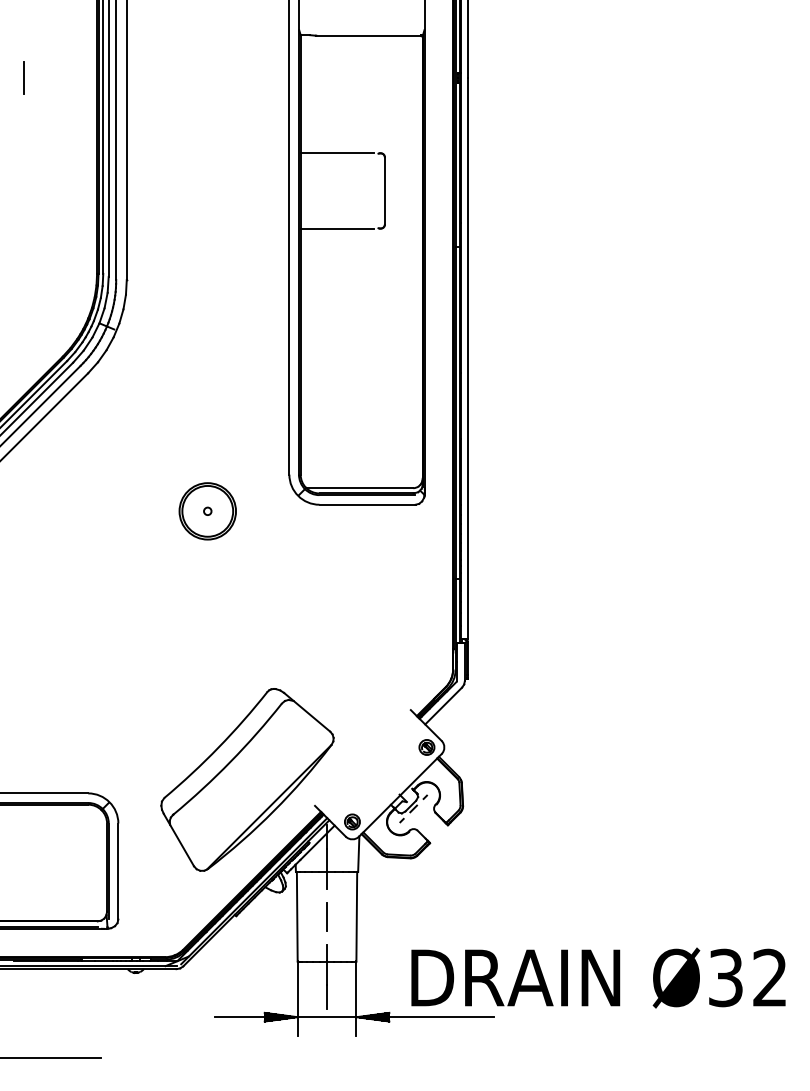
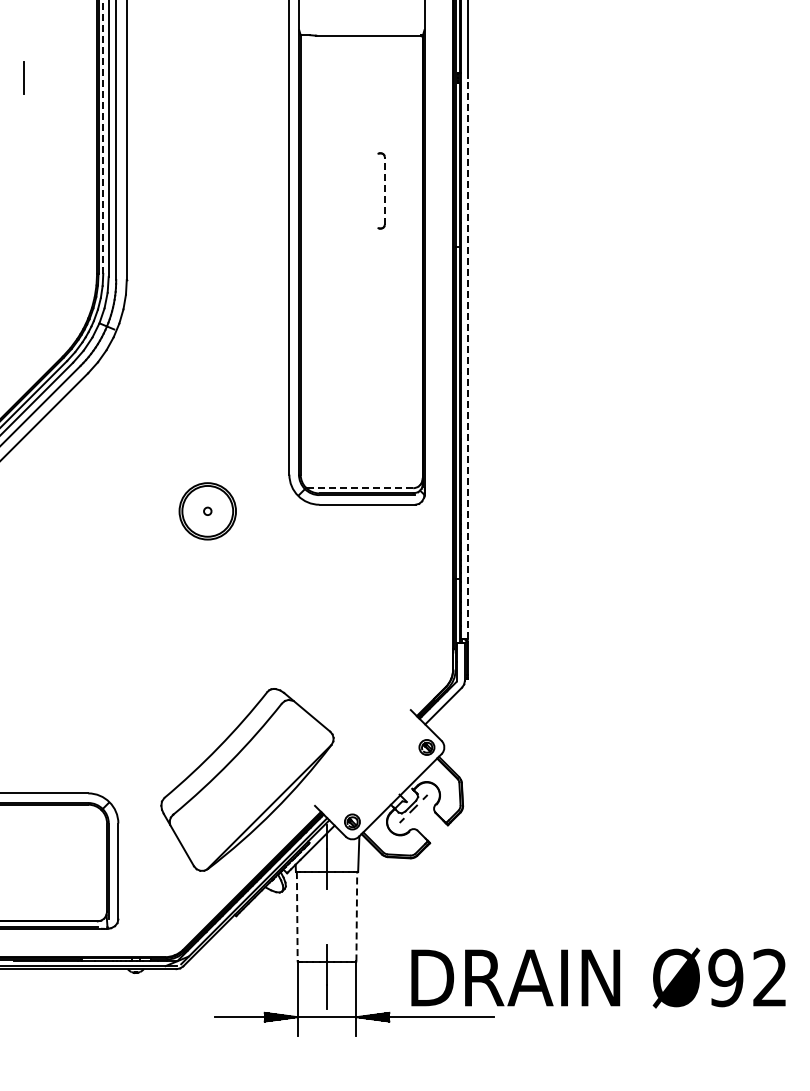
line at (103, 136): solid -> dashed
line at (337, 153): present -> none
line at (384, 190): solid -> dashed
line at (337, 228): present -> none
line at (468, 358): solid -> dashed
line at (359, 488): solid -> dashed
line at (297, 916): solid -> dashed
line at (327, 916): present -> none
line at (356, 916): solid -> dashed
text at (725, 977): Ø32 -> Ø92
line at (51, 1058): present -> none
